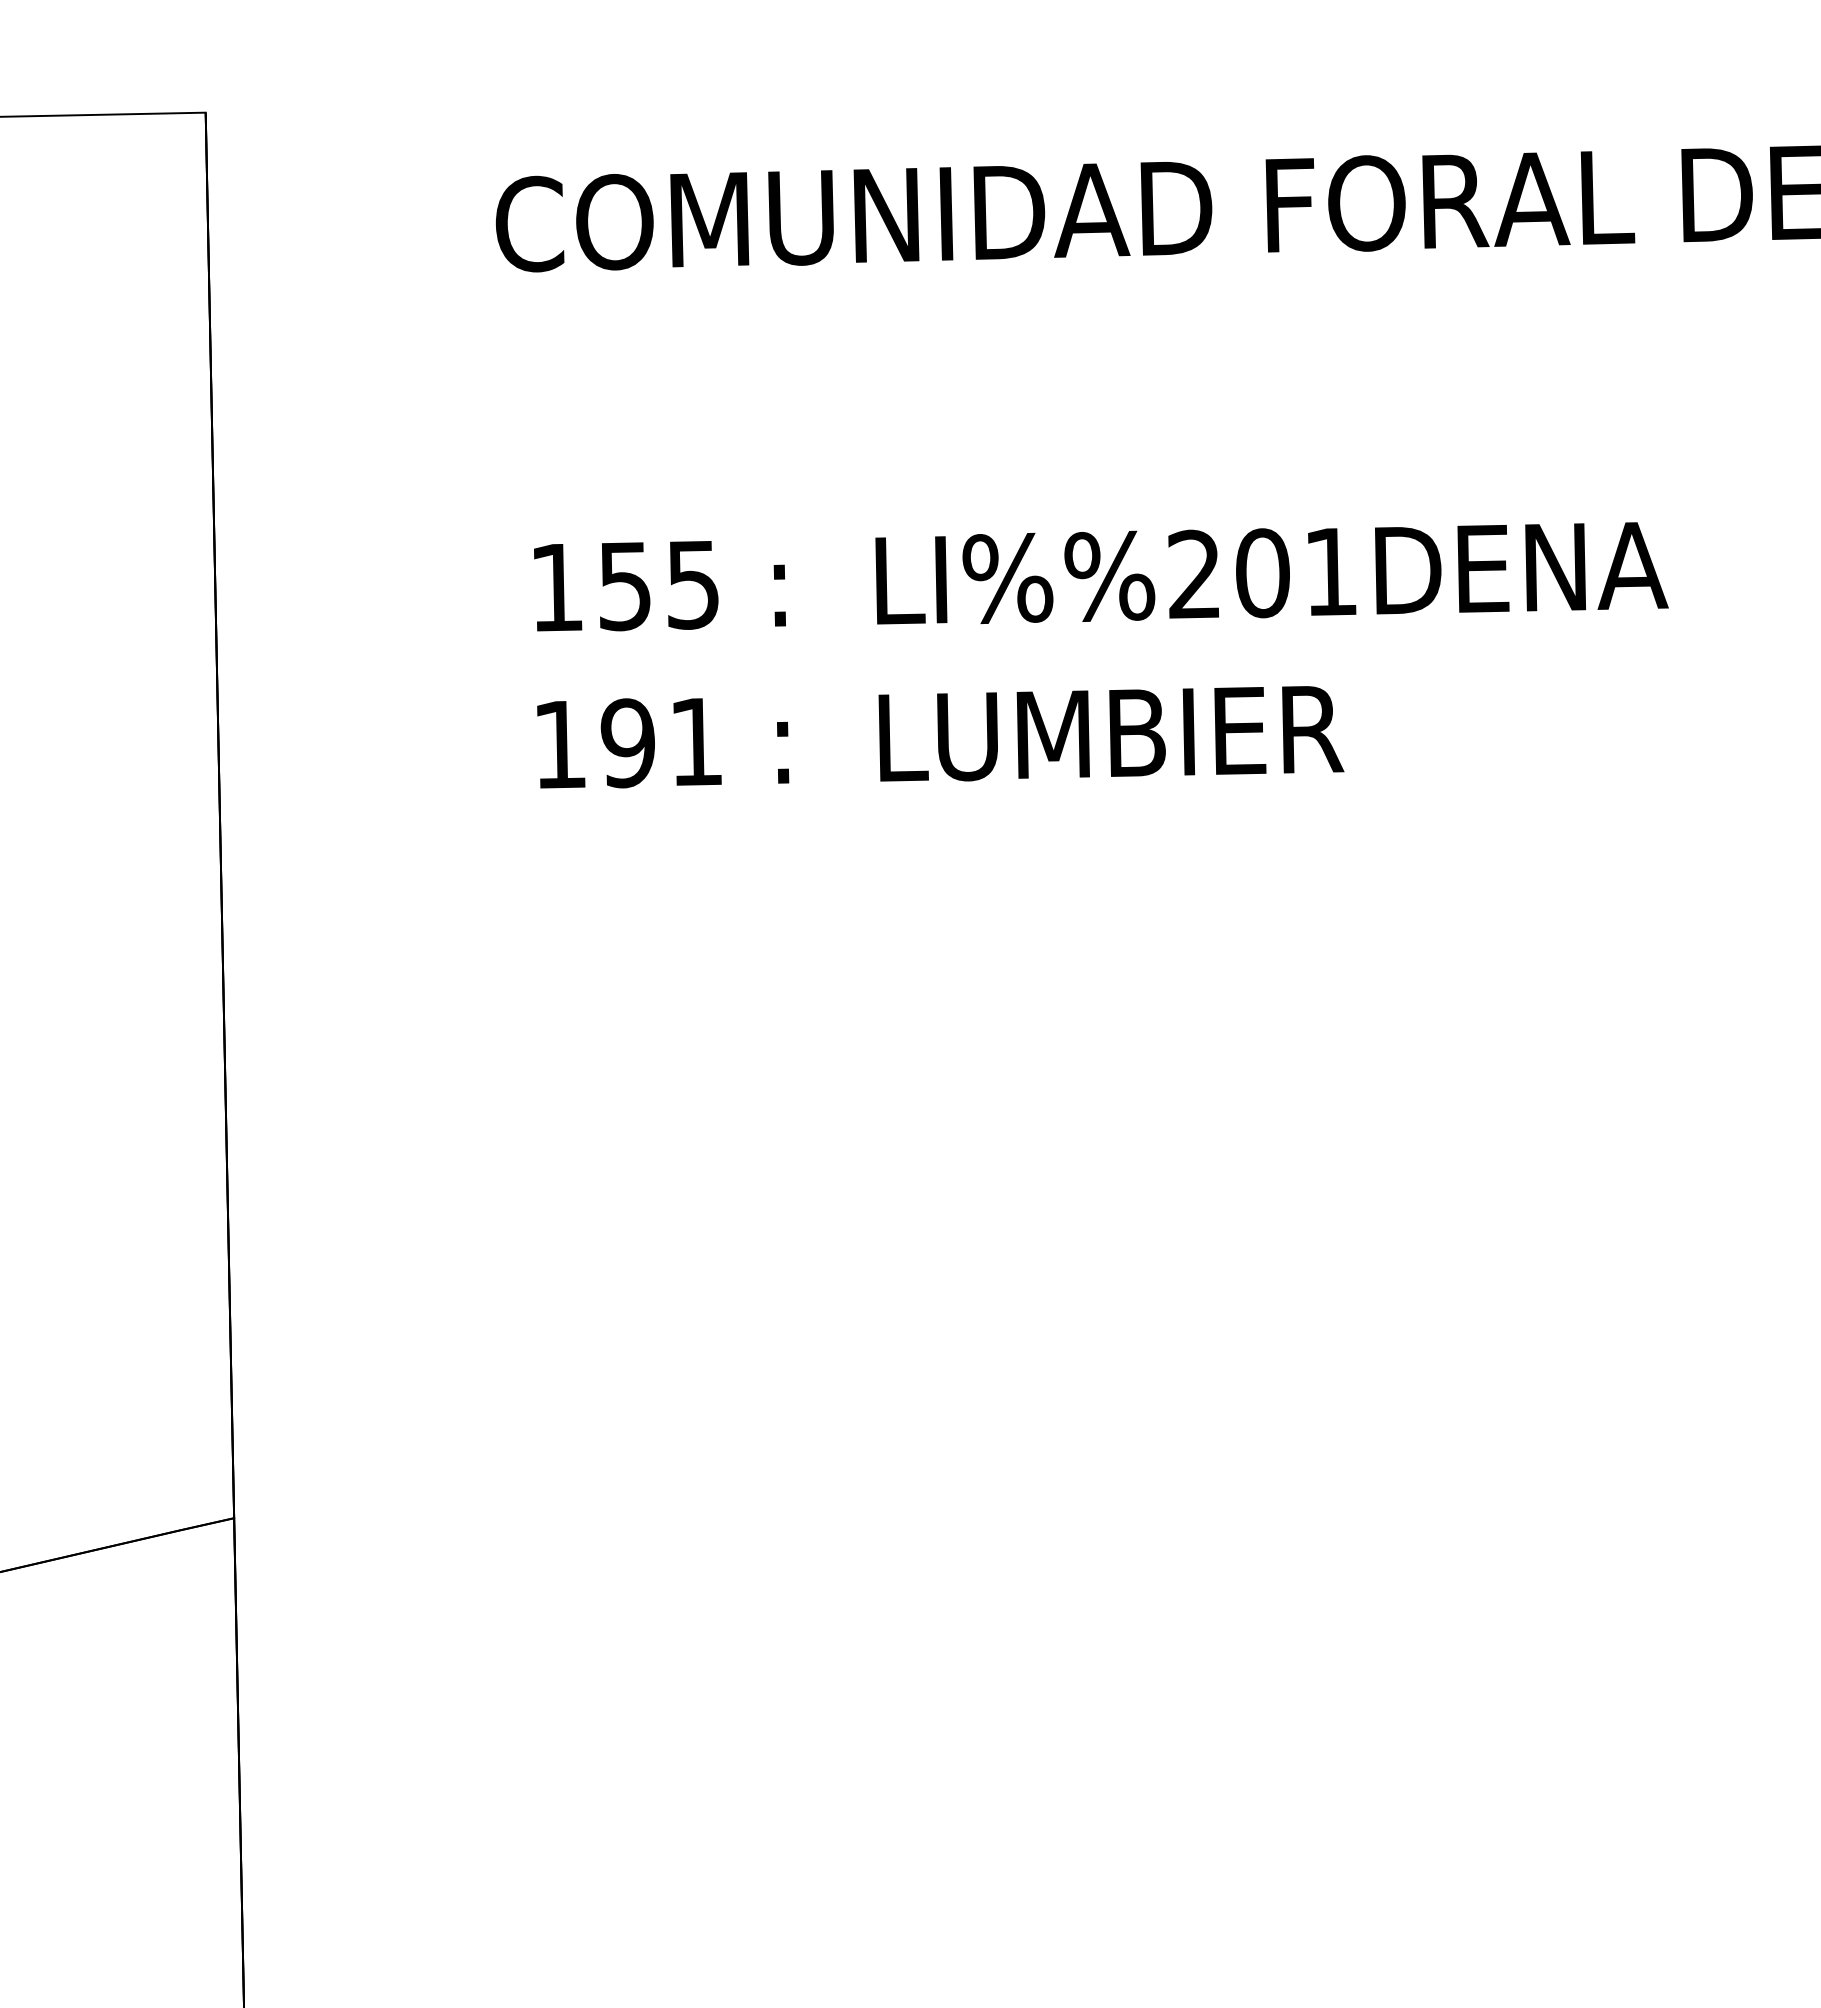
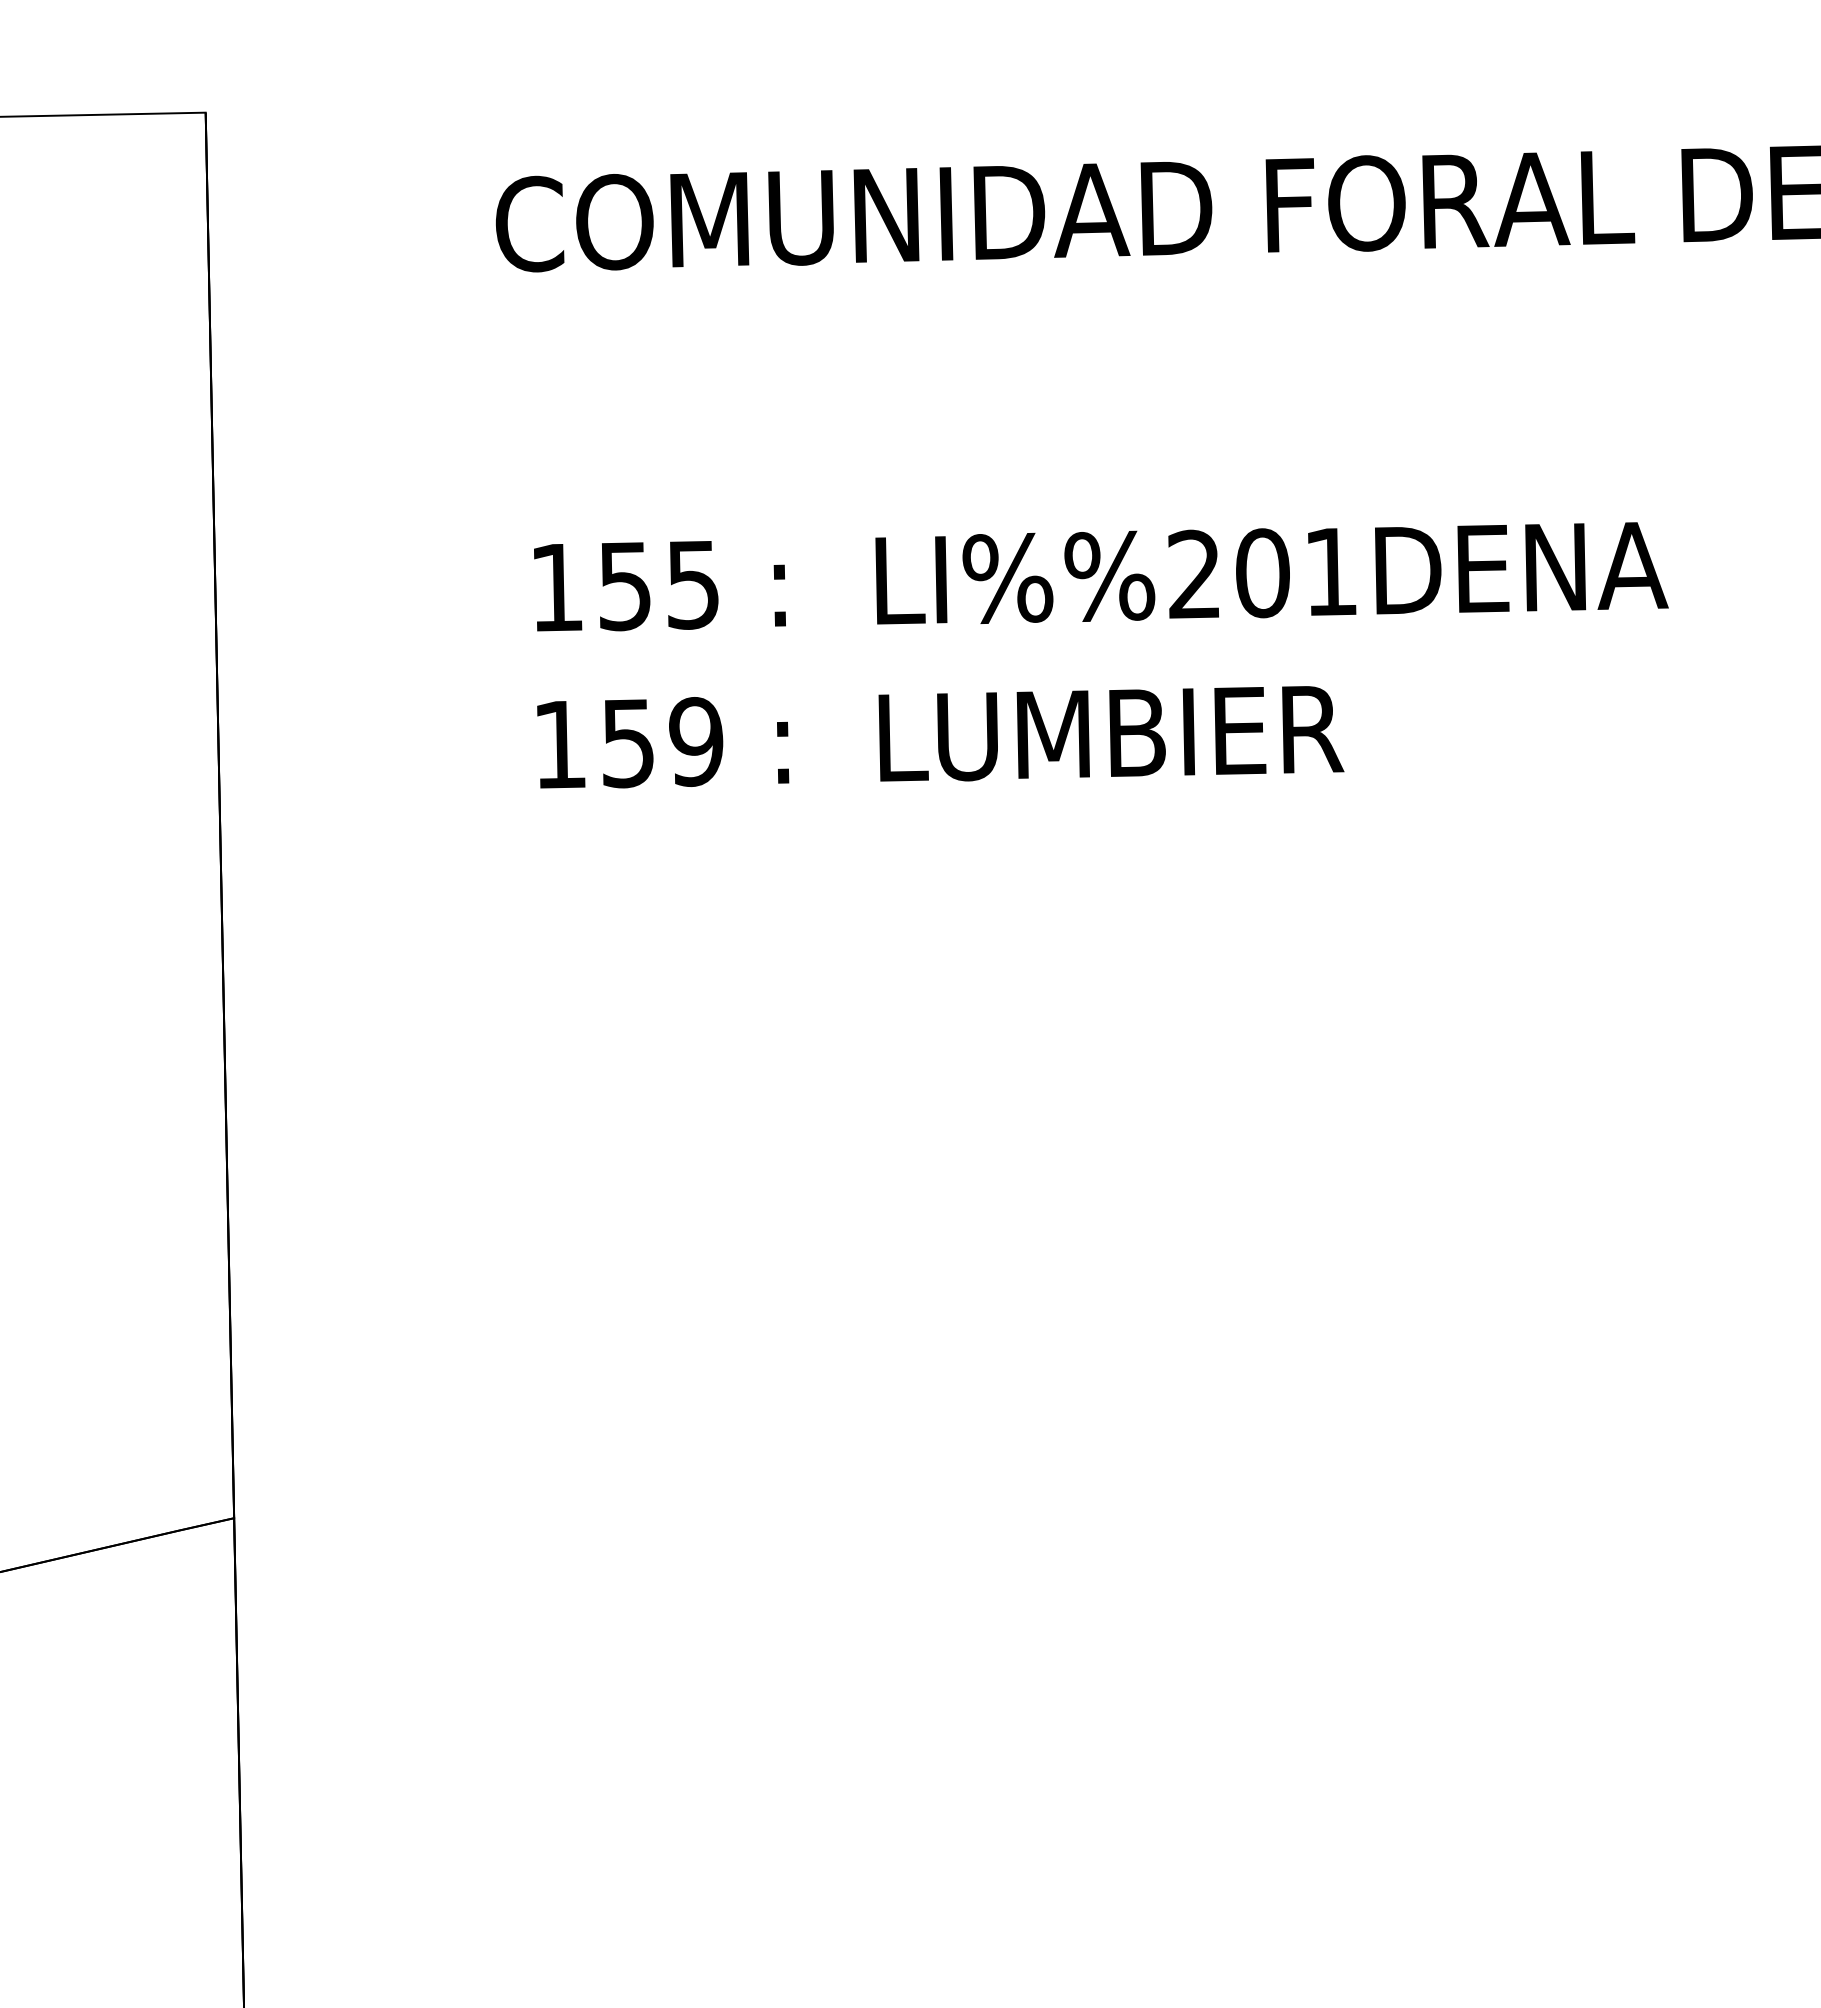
text at (661, 742): 191 -> 159
